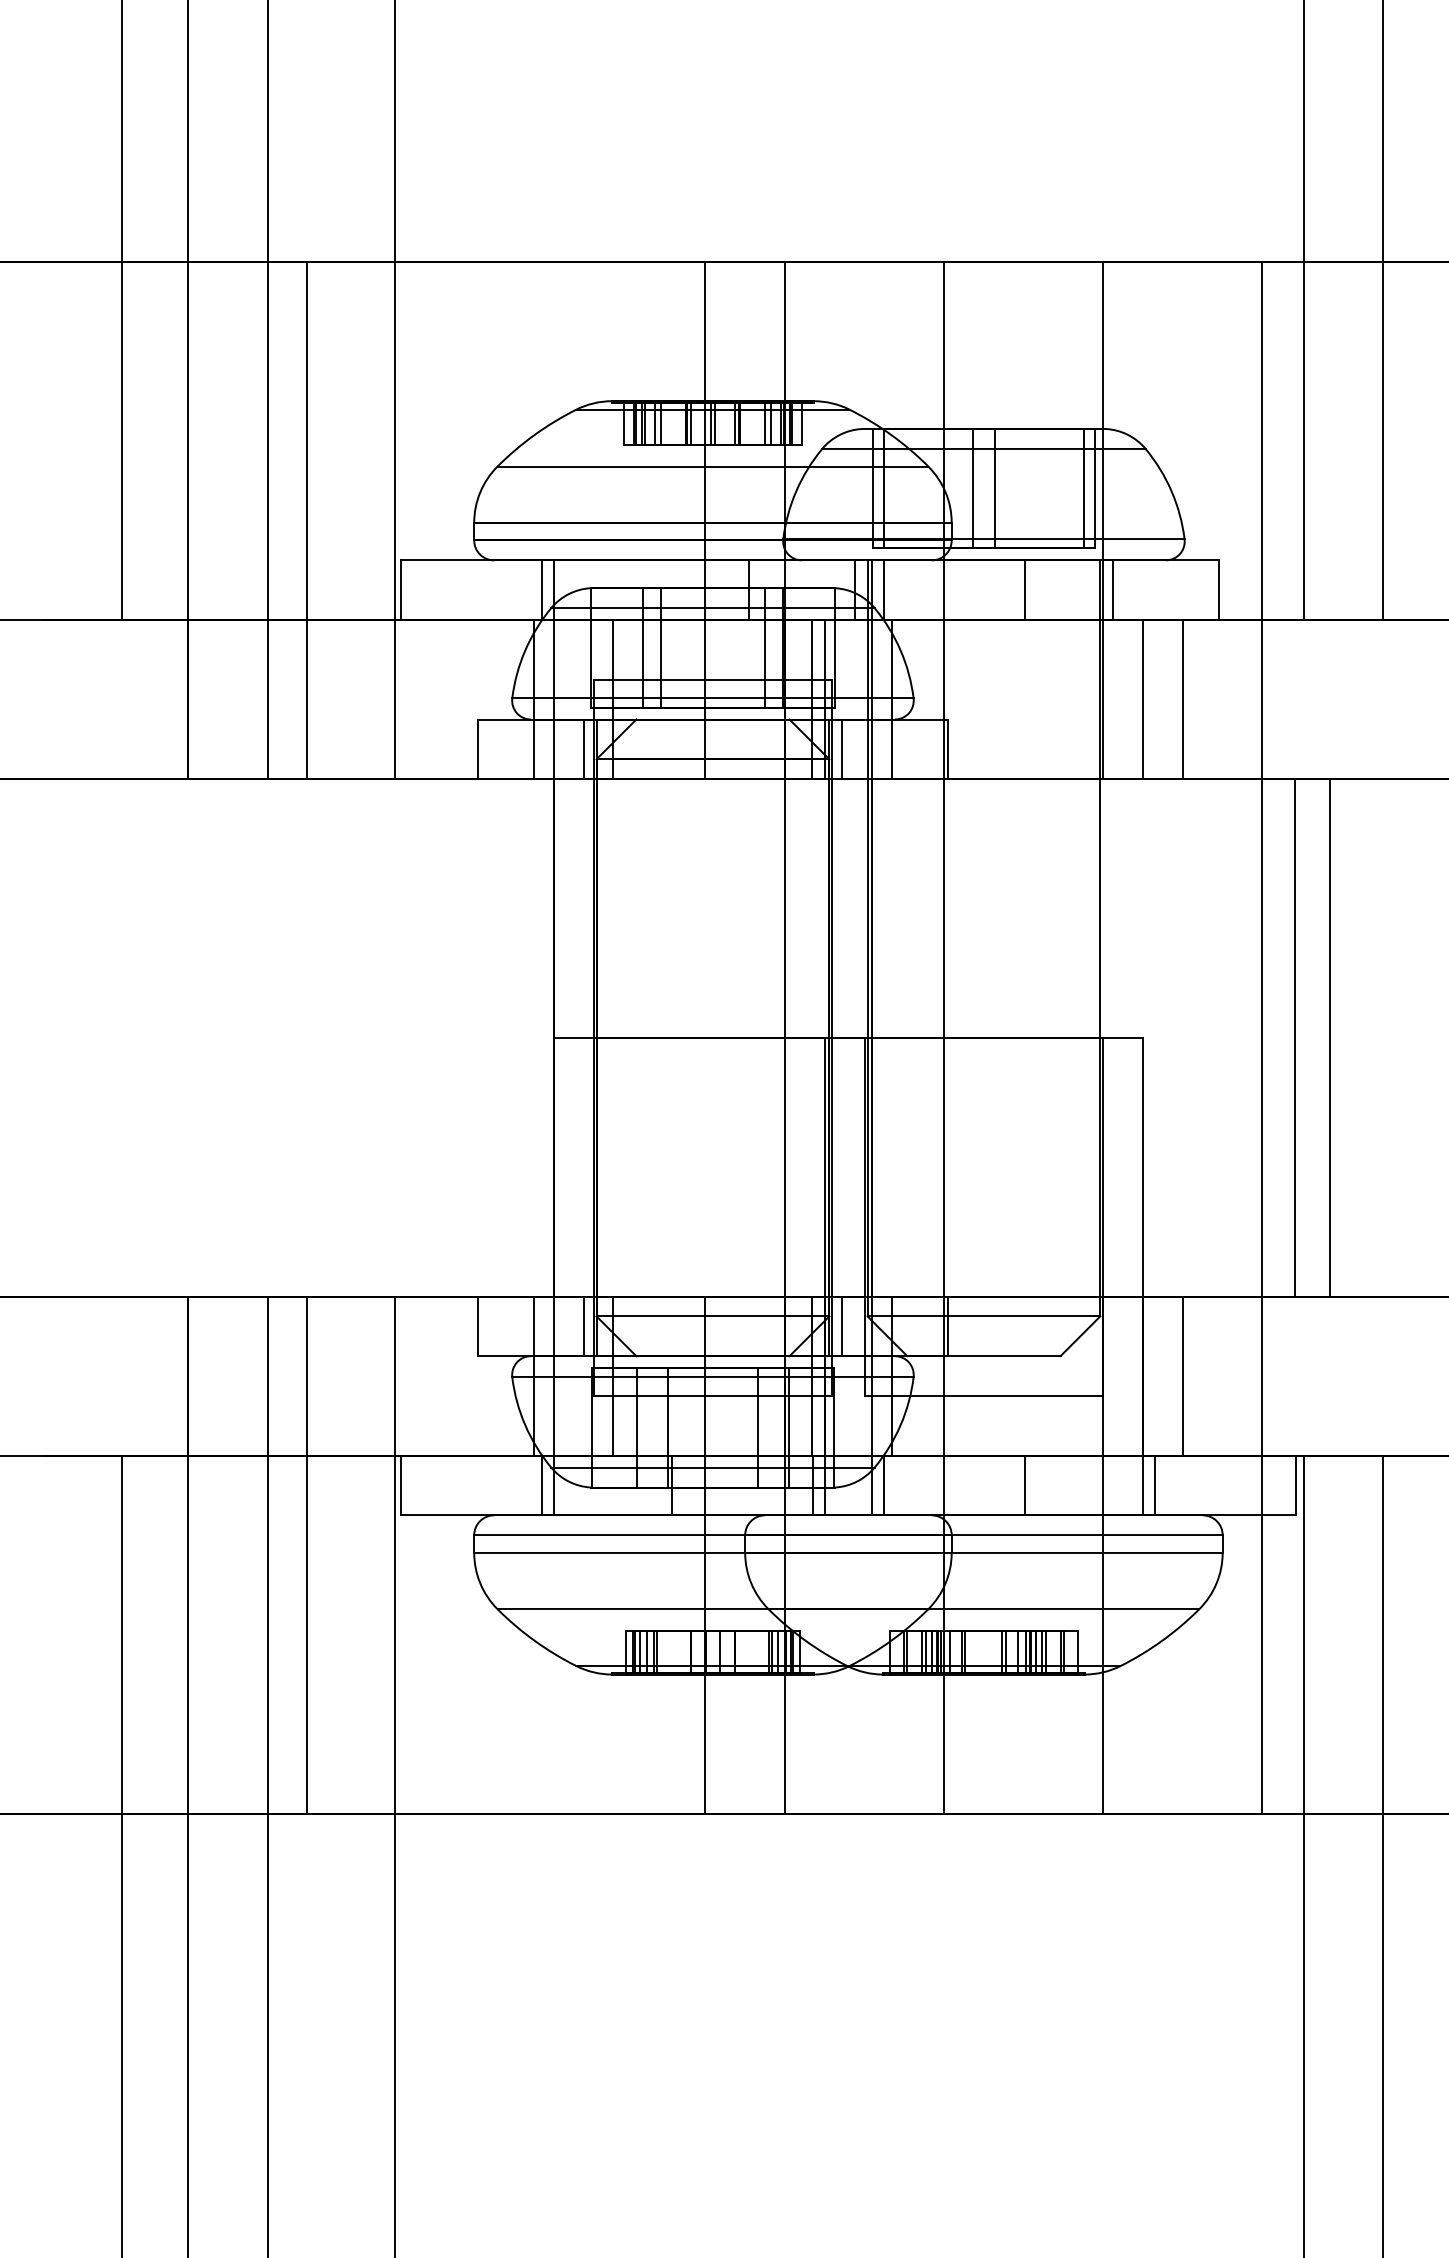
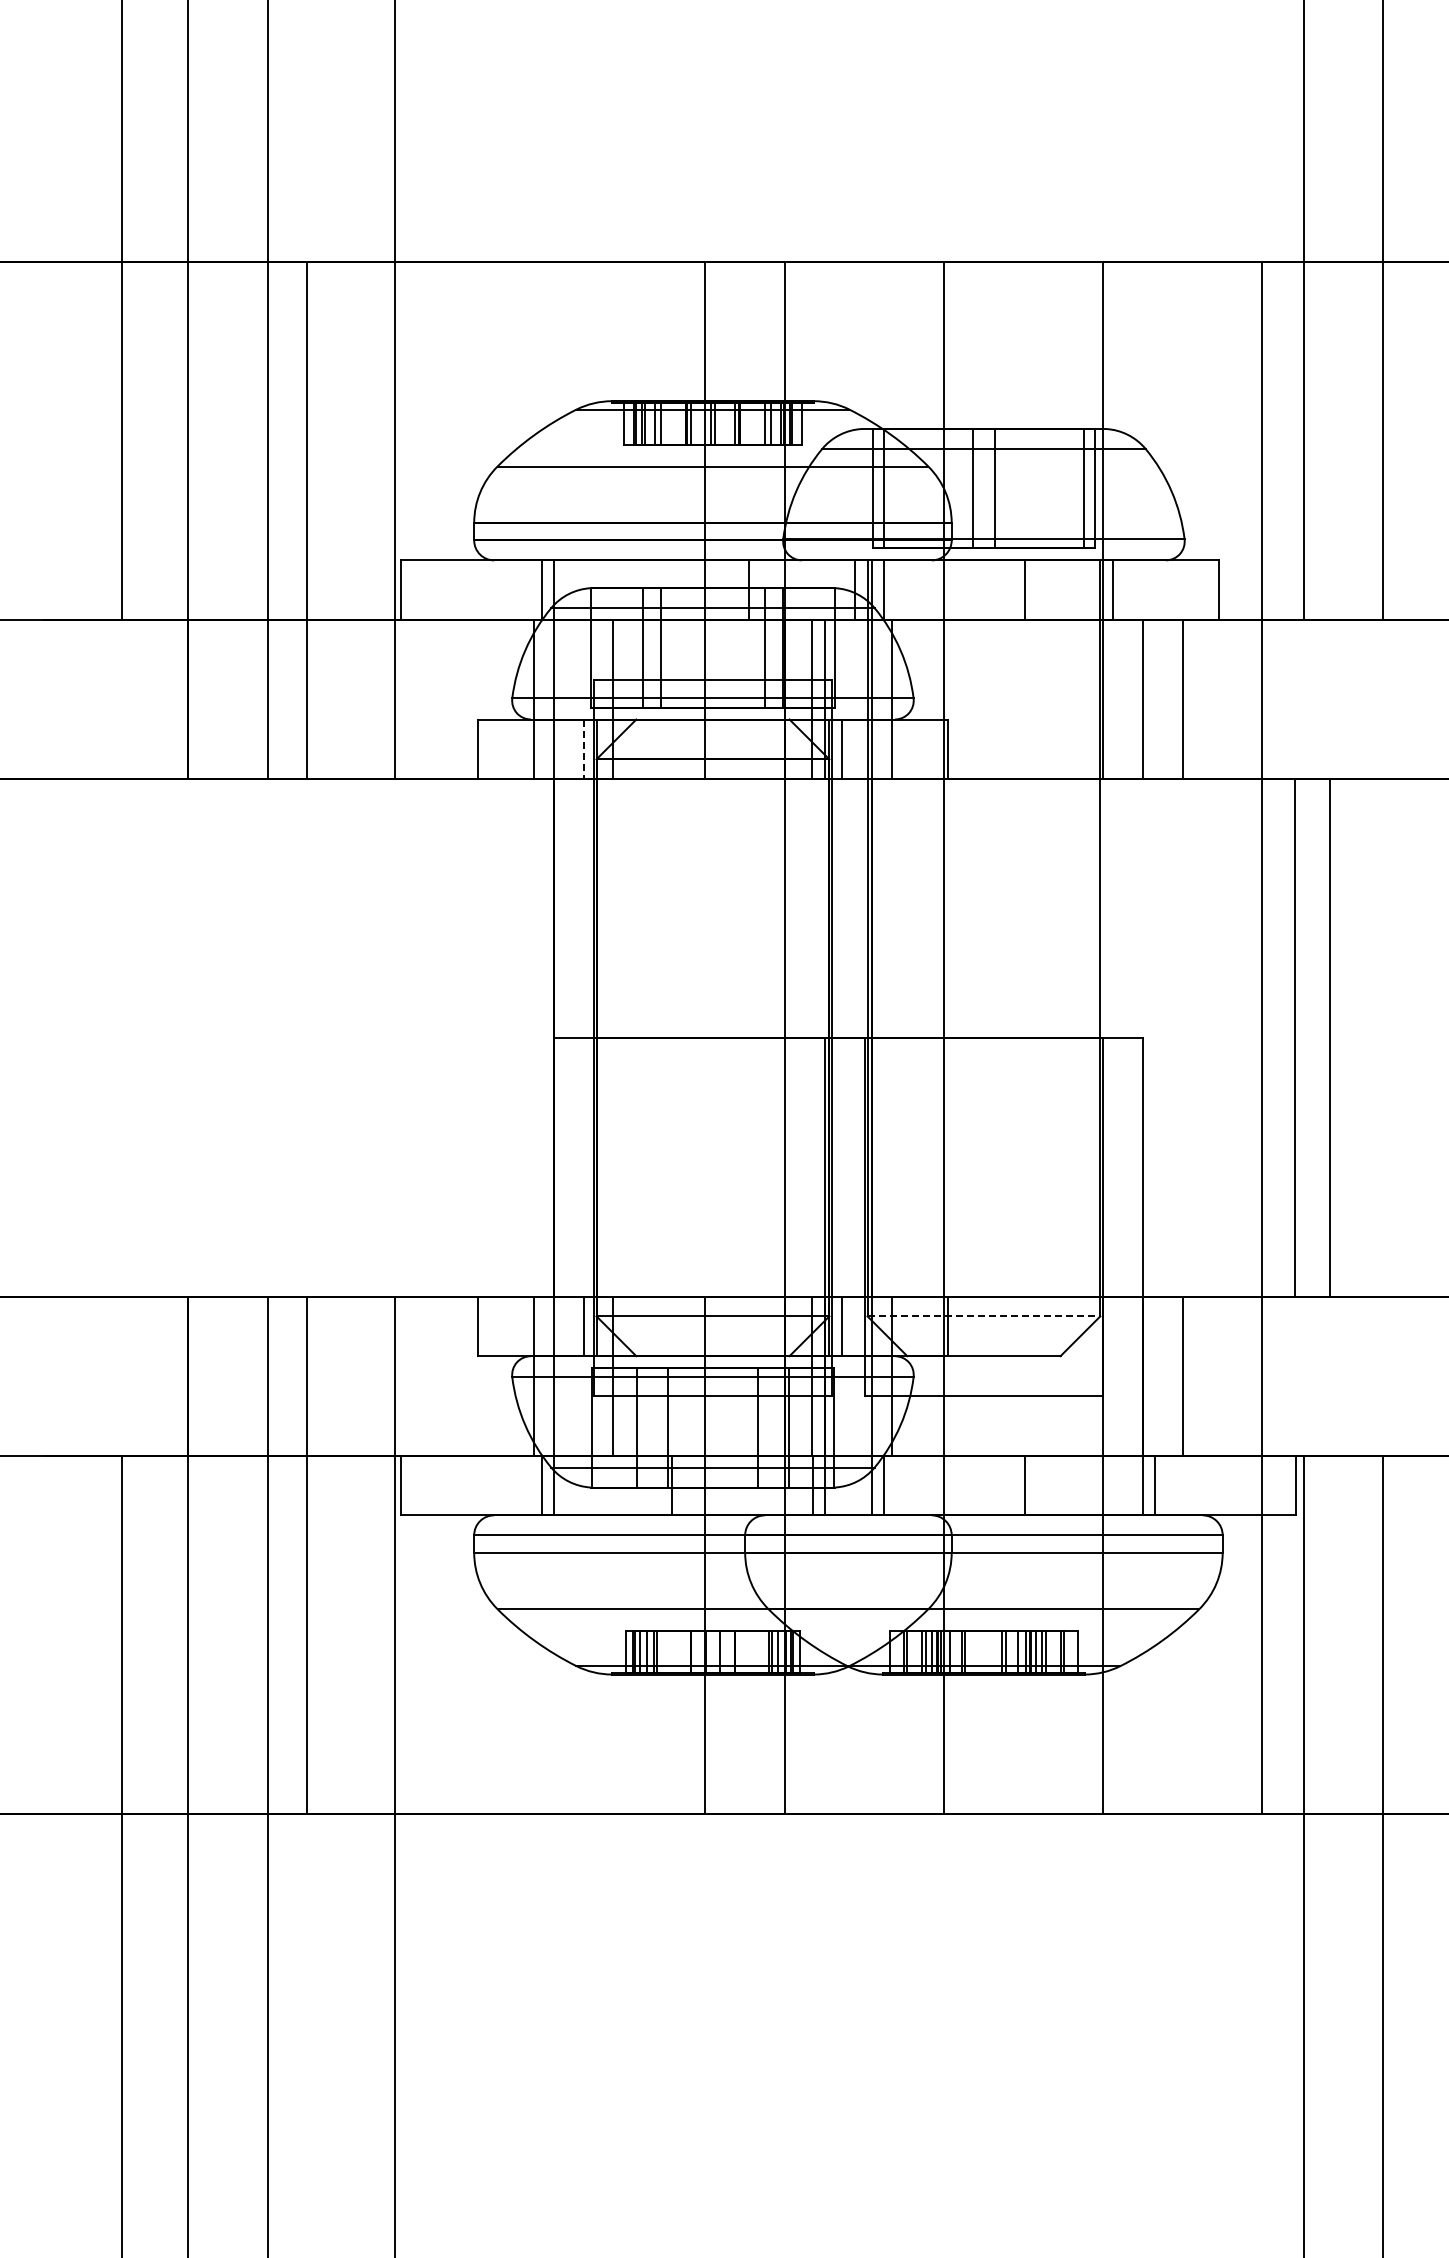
line at (583, 749): solid -> dashed
line at (984, 1316): solid -> dashed
